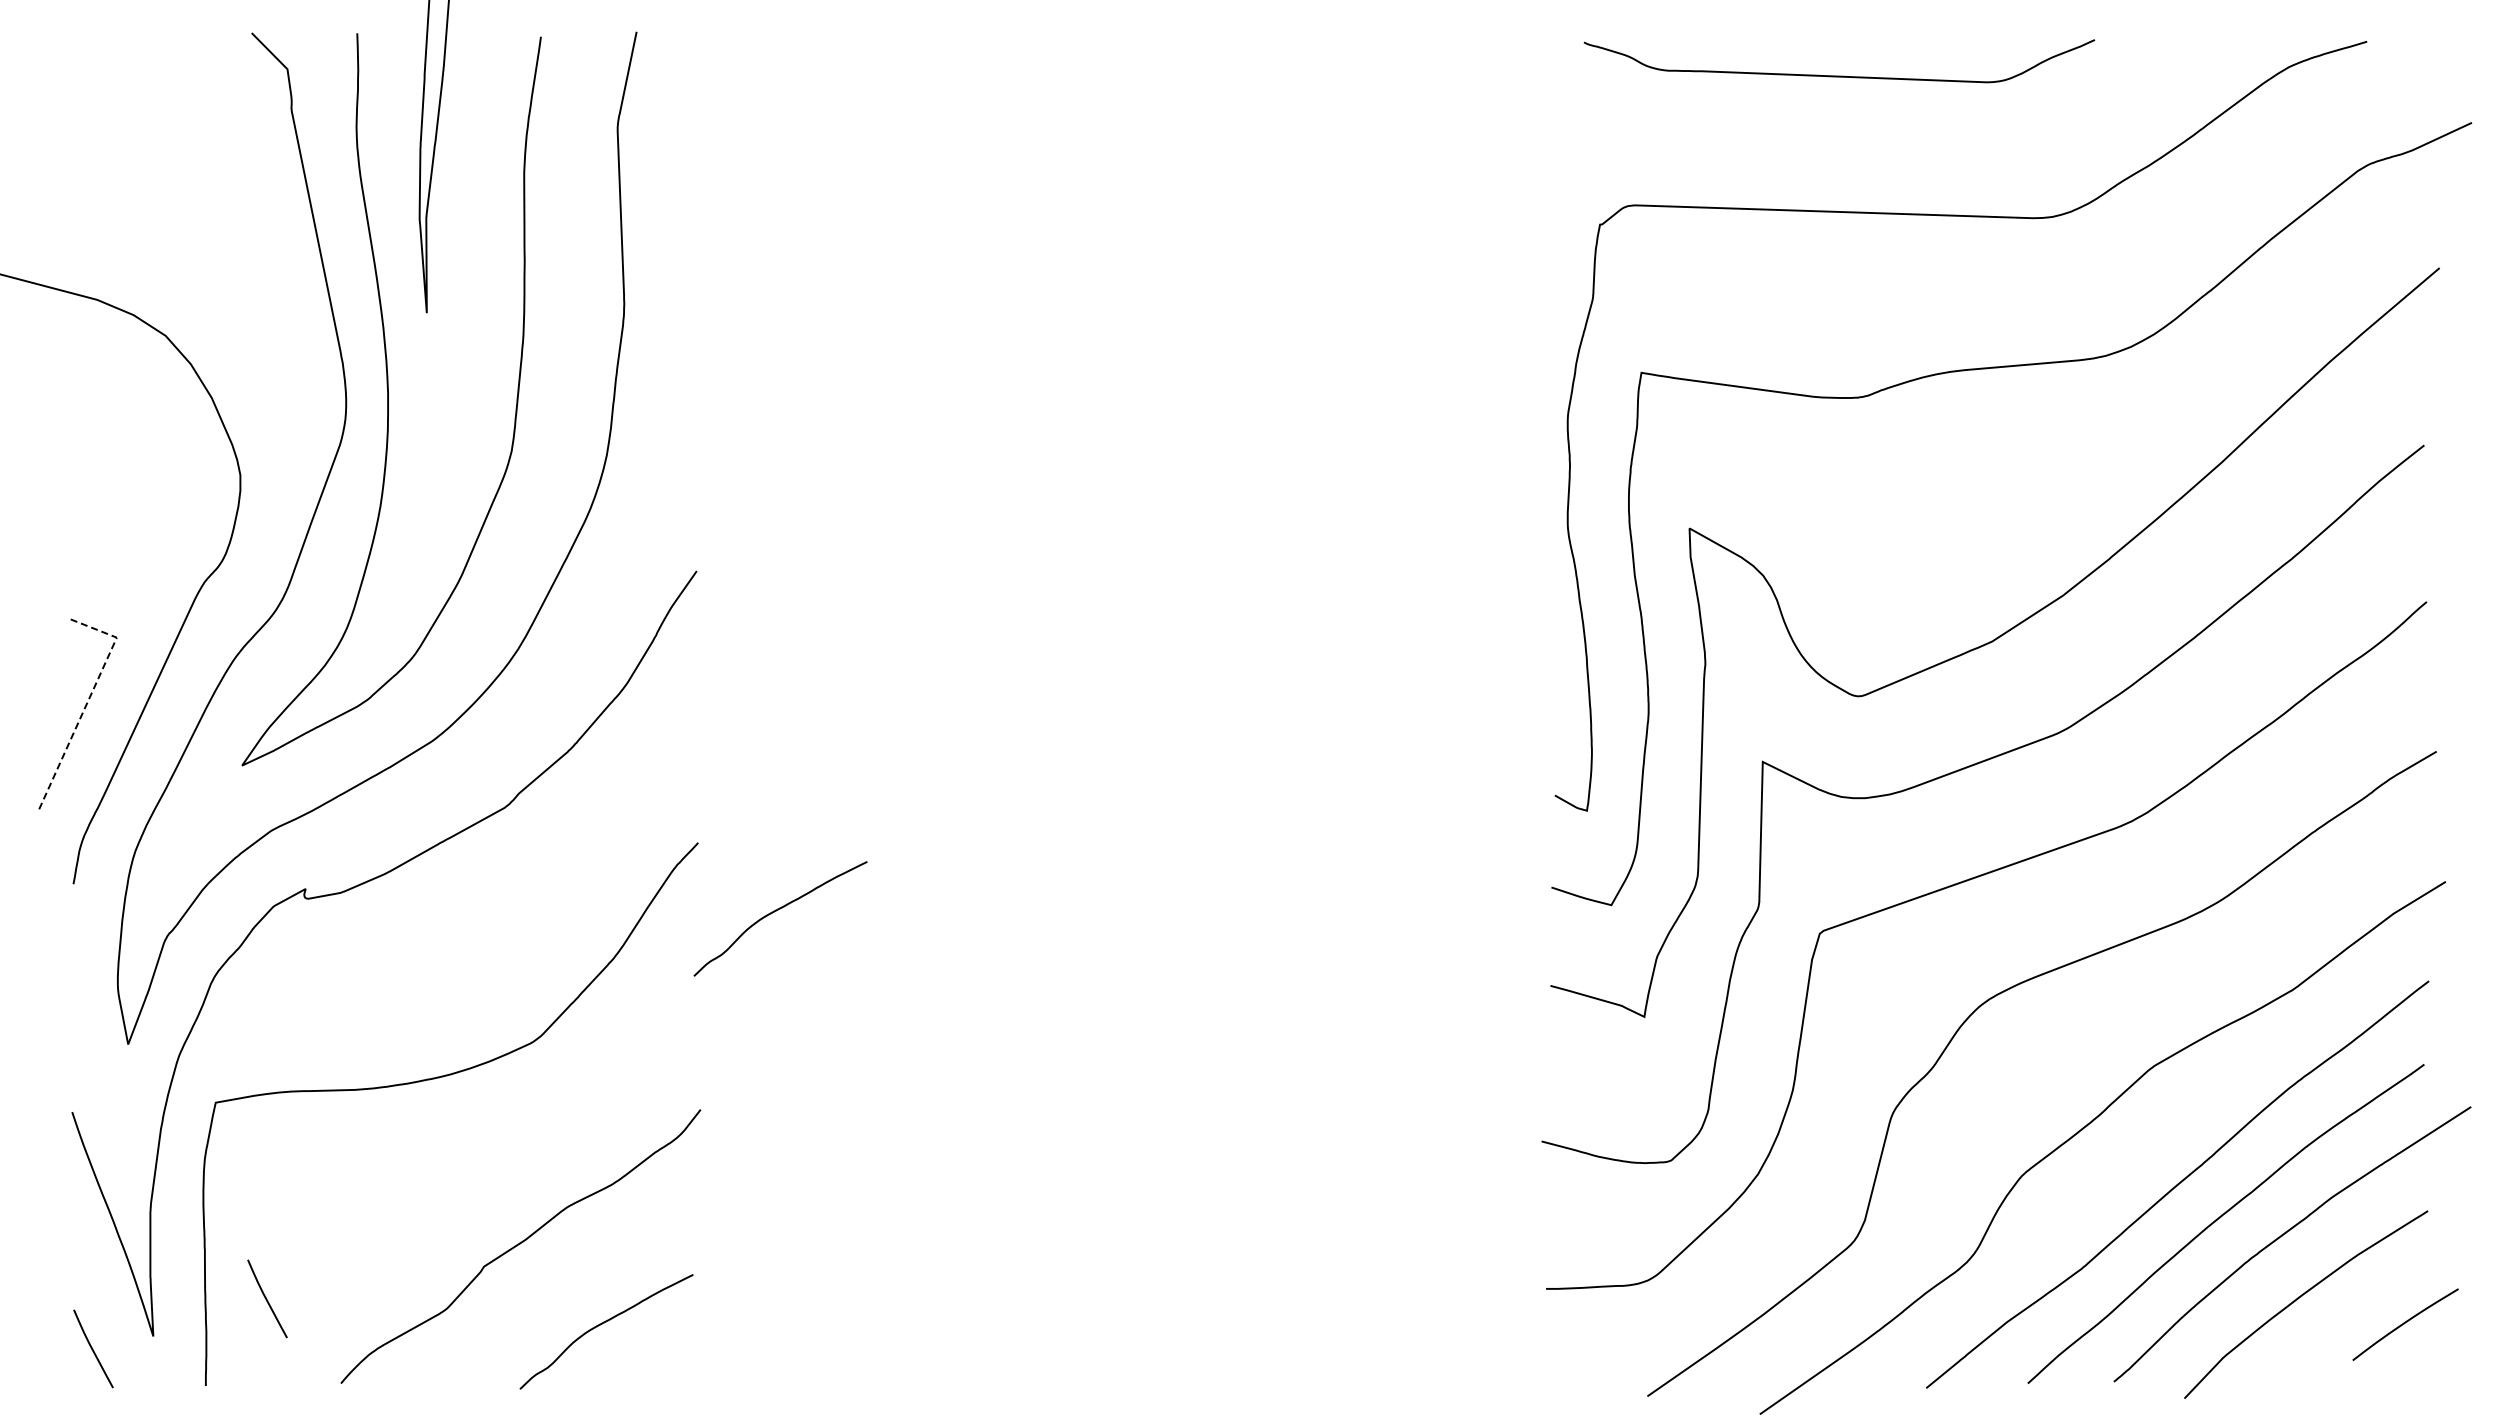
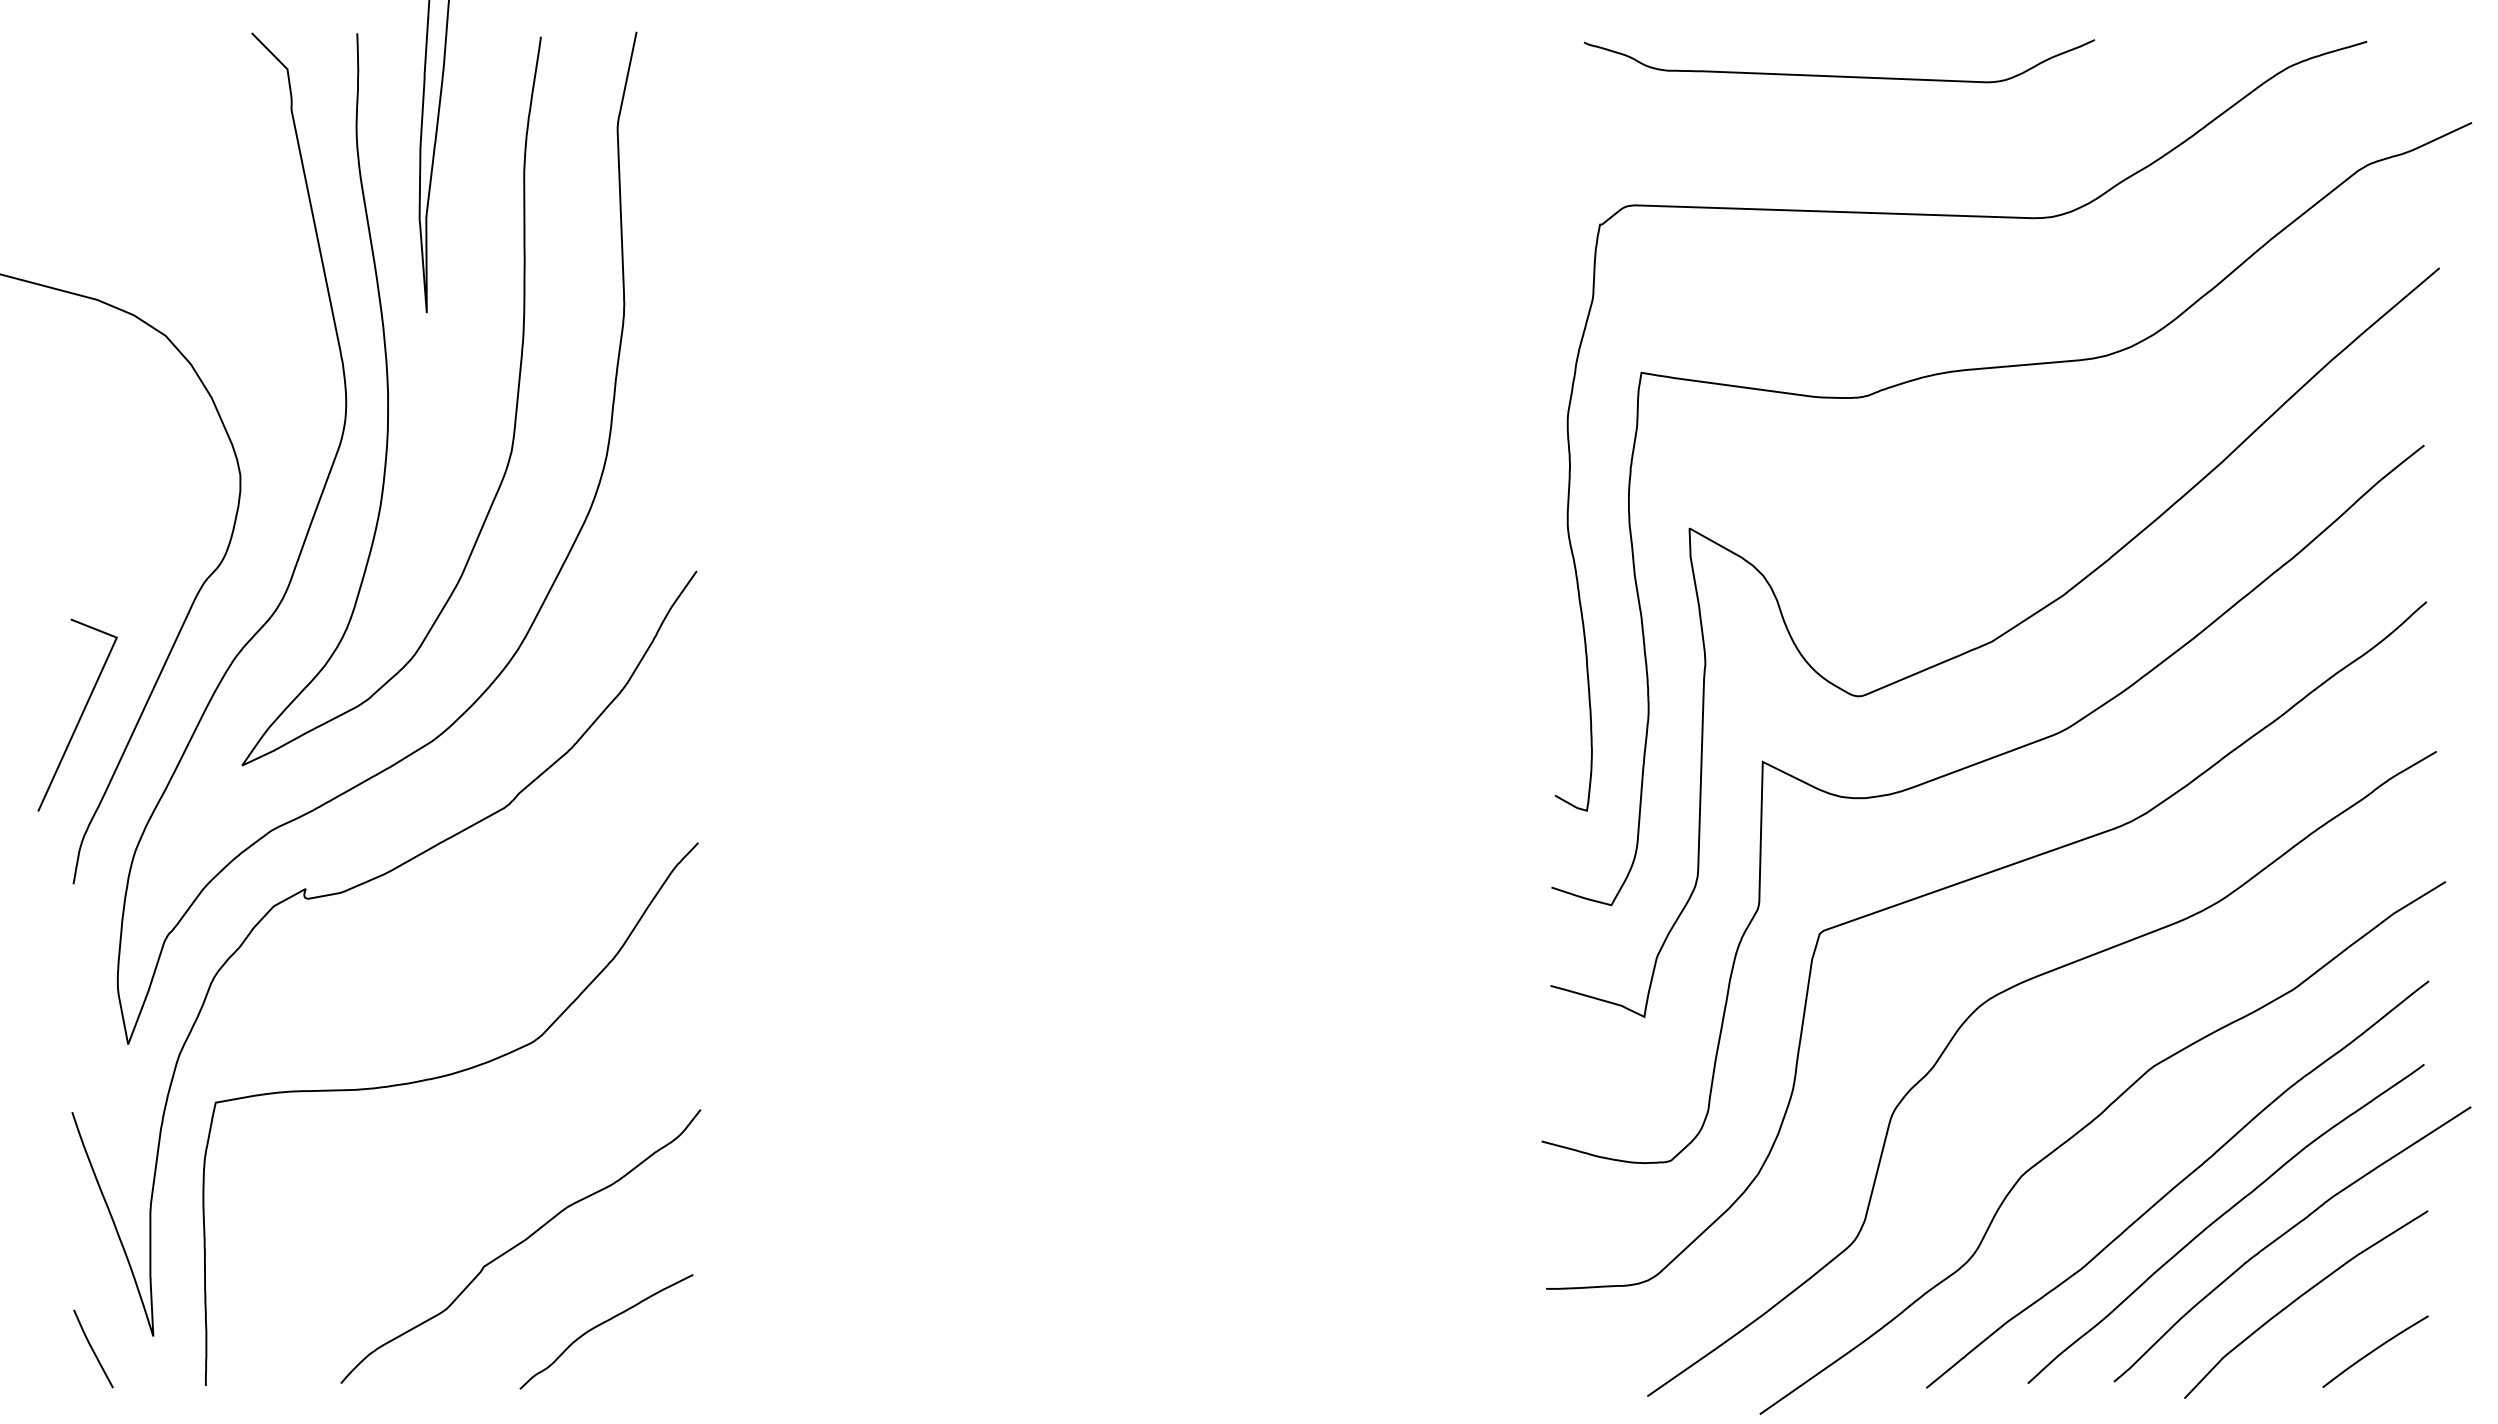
line at (88, 701): dashed -> solid
curve at (776, 911): present -> none
curve at (266, 1298): present -> none
curve at (2405, 1323) position: (2405, 1323) -> (2375, 1350)
